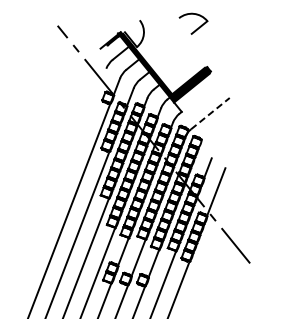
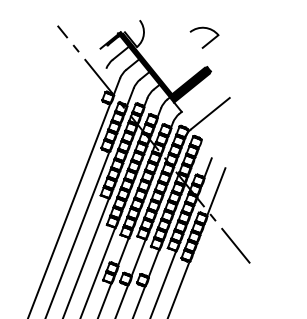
part at (193, 23) position: (193, 23) -> (204, 37)
line at (210, 113): dashed -> solid
